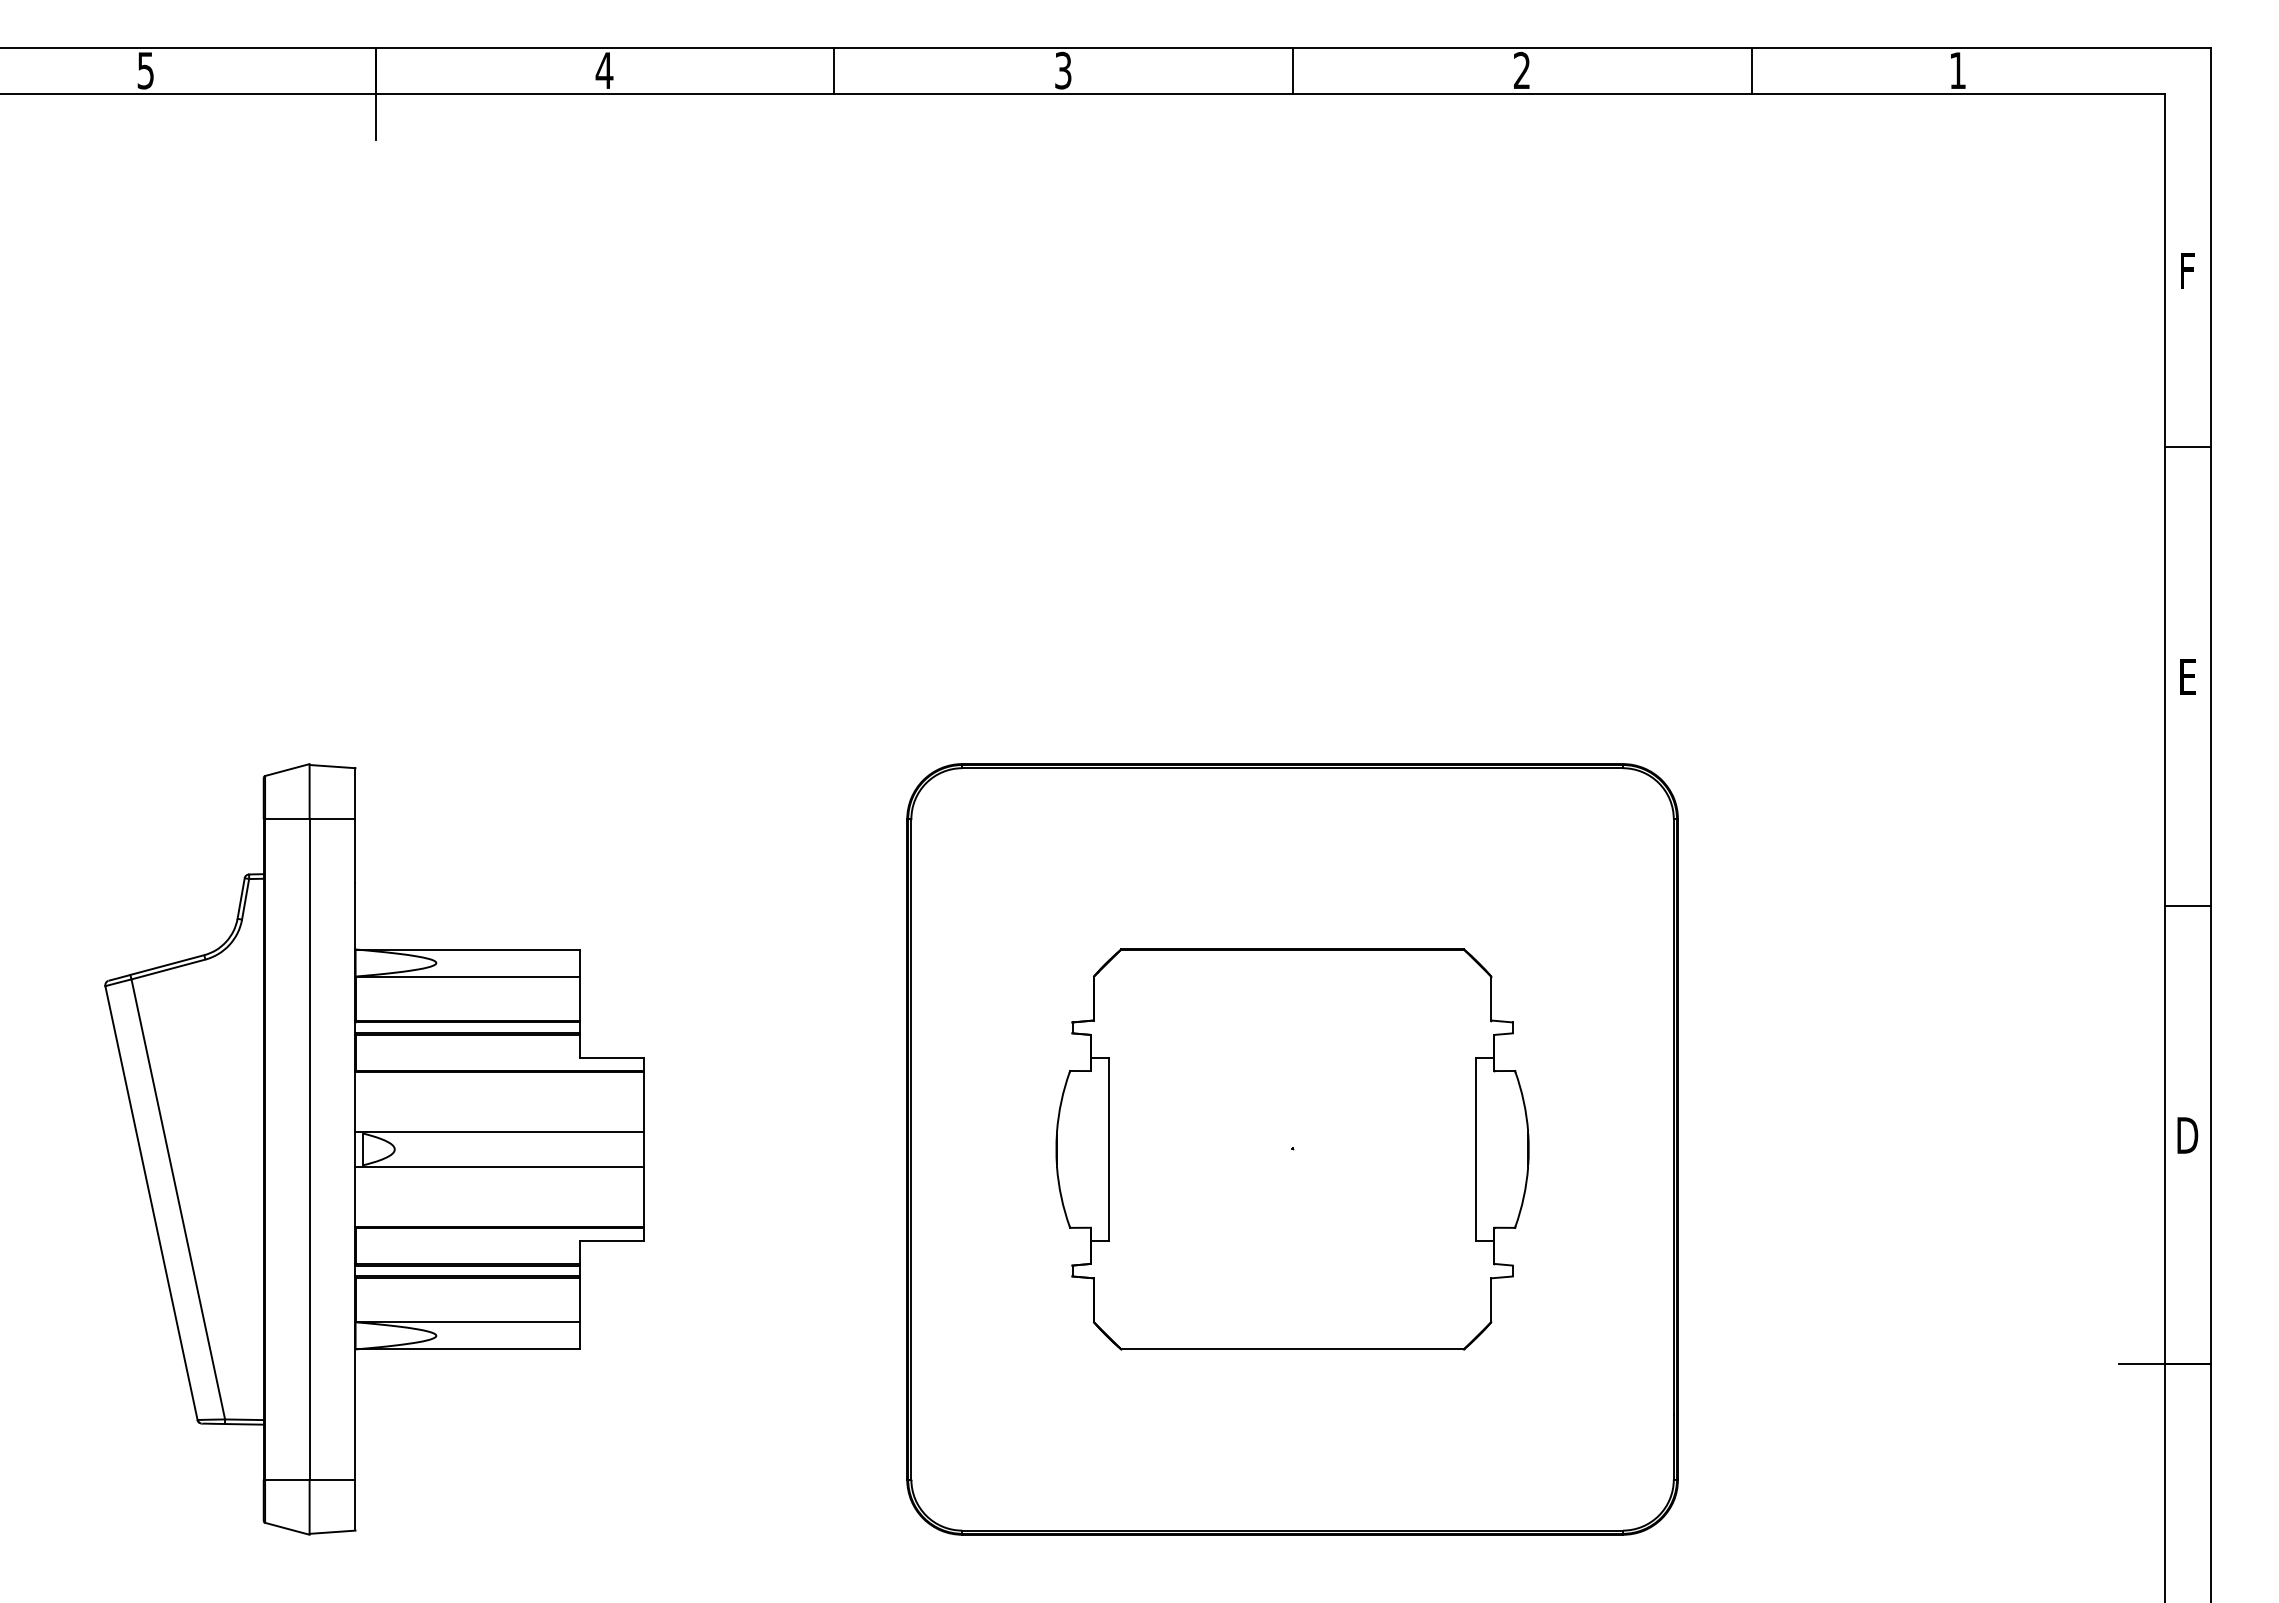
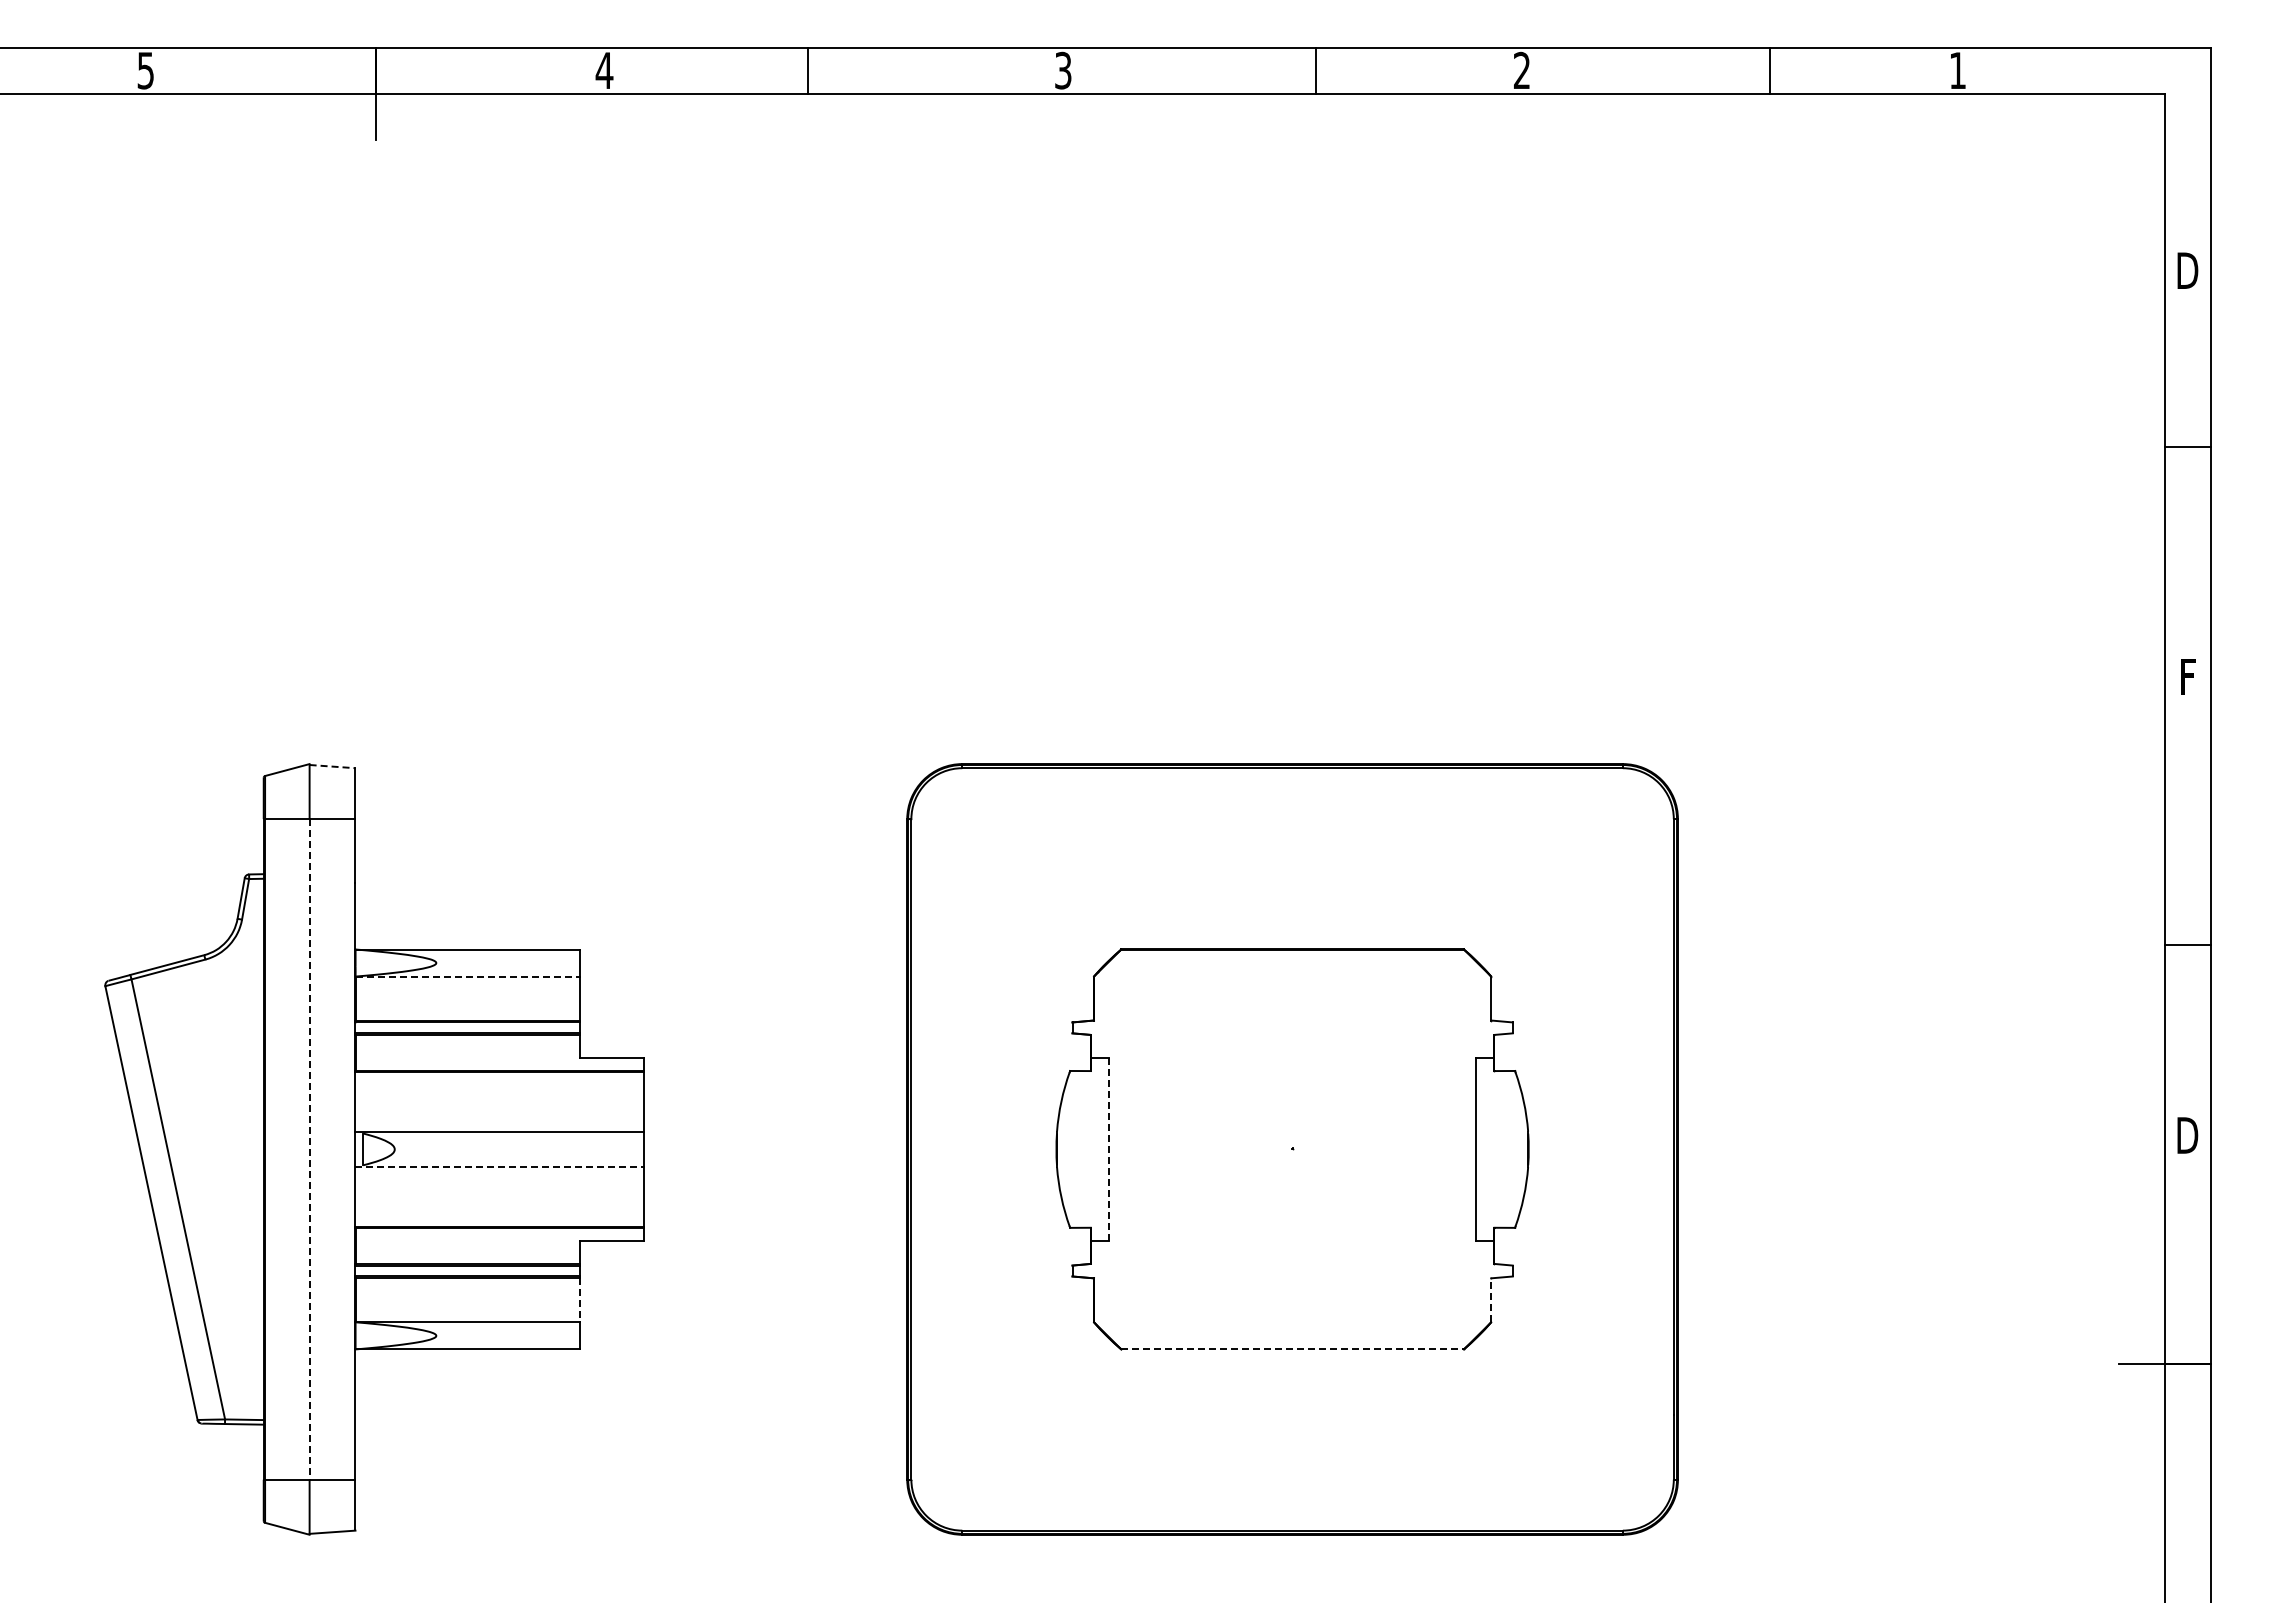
line at (834, 70) position: (834, 70) -> (808, 70)
line at (1293, 70) position: (1293, 70) -> (1316, 70)
line at (1751, 70) position: (1751, 70) -> (1769, 70)
text at (2187, 270): F -> D
text at (2187, 676): E -> F
line at (332, 766): solid -> dashed
line at (2187, 905) position: (2187, 905) -> (2187, 944)
line at (468, 976): solid -> dashed
line at (309, 1149): solid -> dashed
line at (1109, 1149): solid -> dashed
line at (499, 1167): solid -> dashed
line at (580, 1300): solid -> dashed
line at (1491, 1300): solid -> dashed
line at (1293, 1349): solid -> dashed
